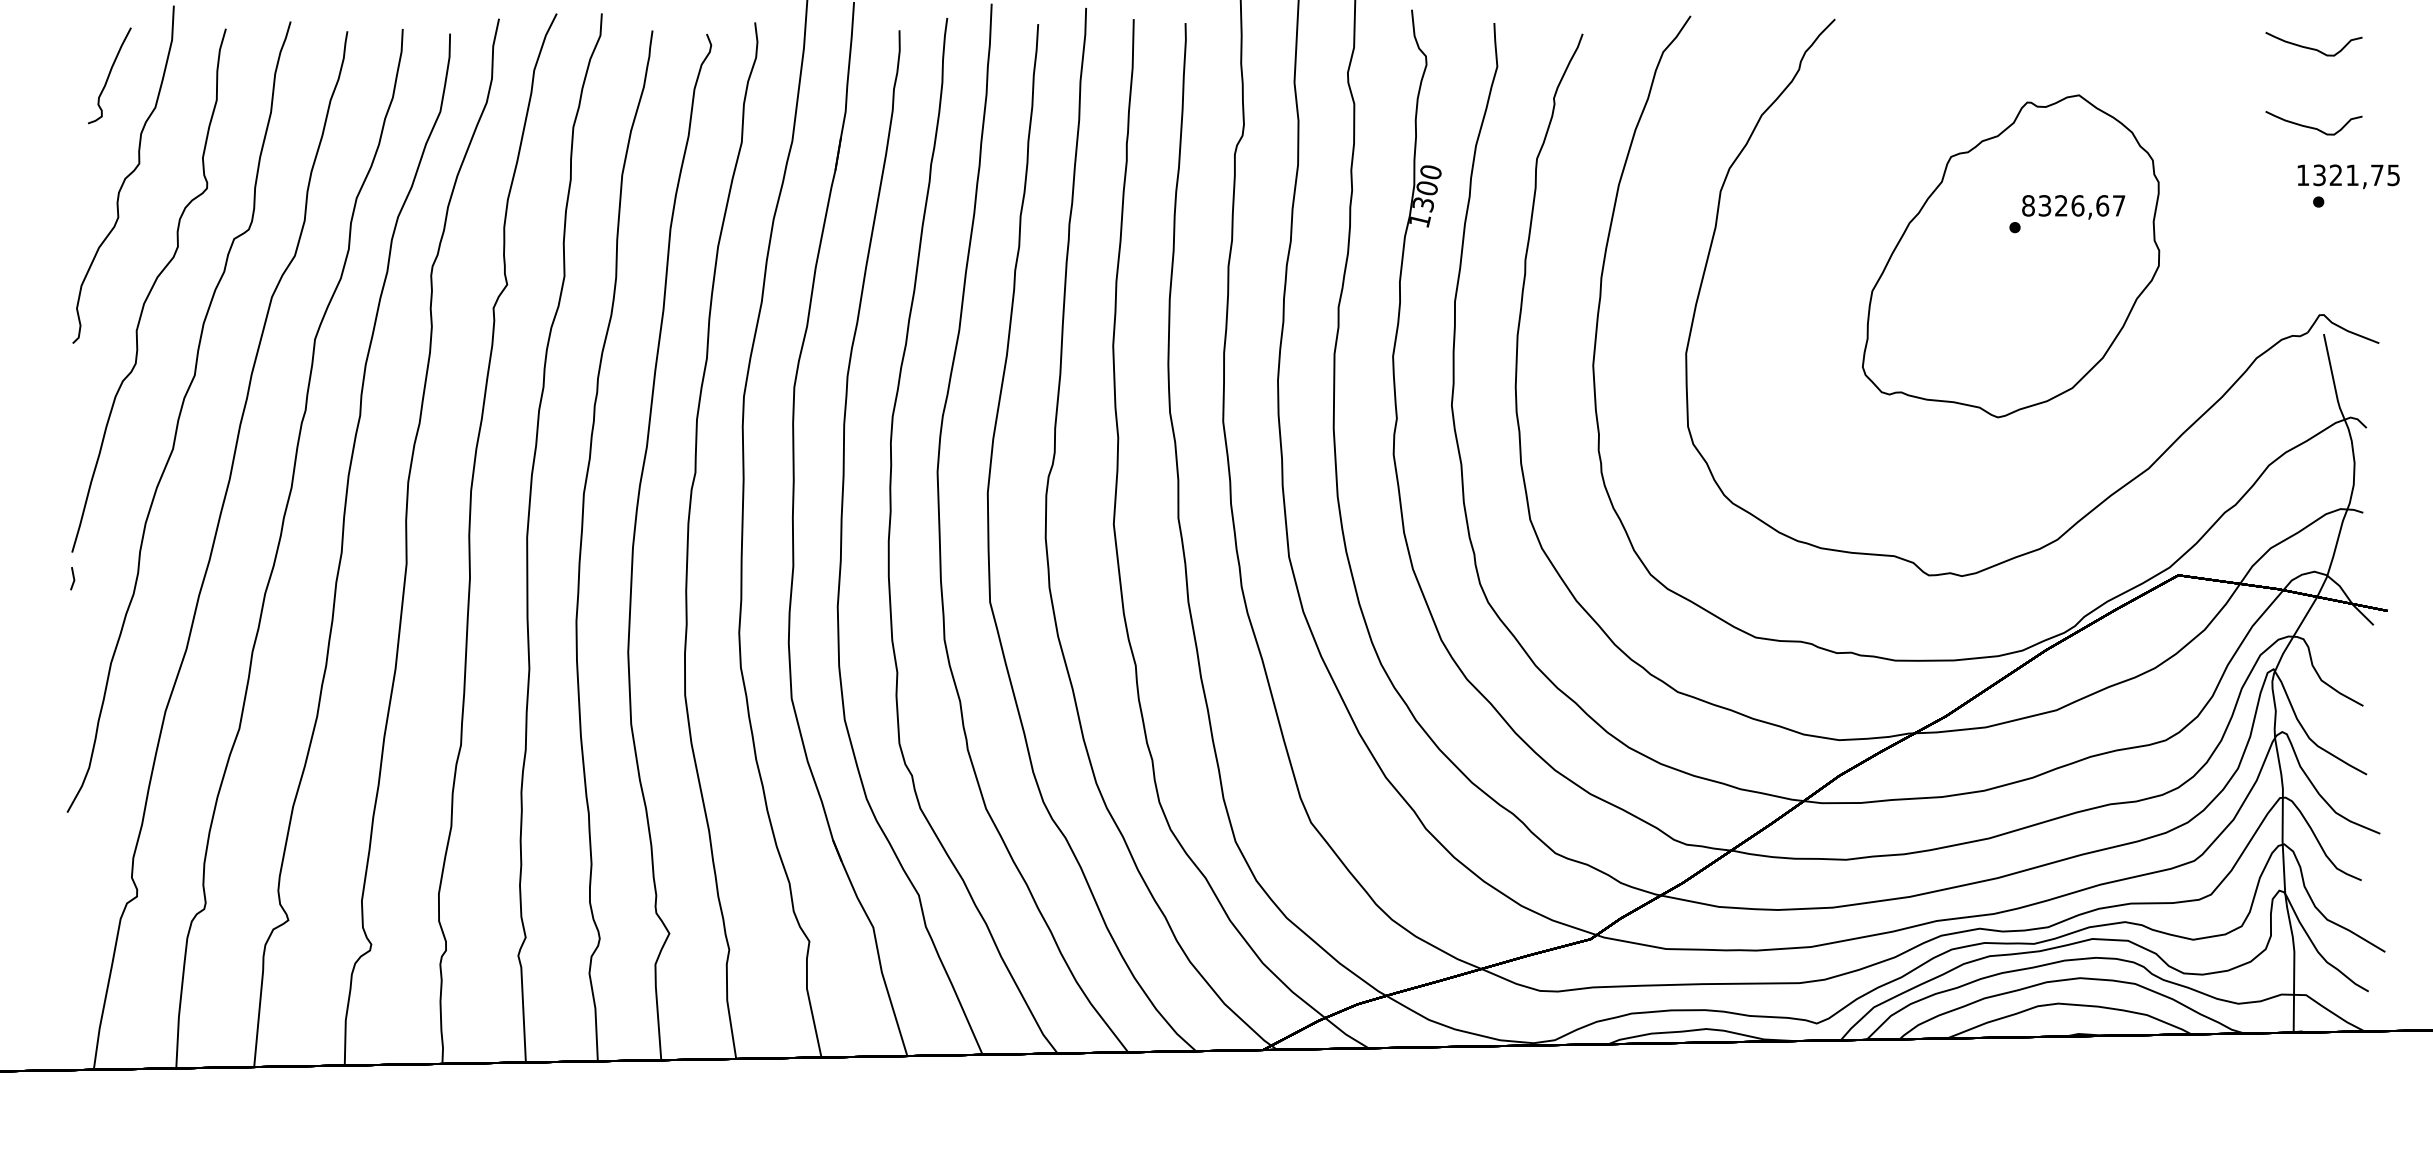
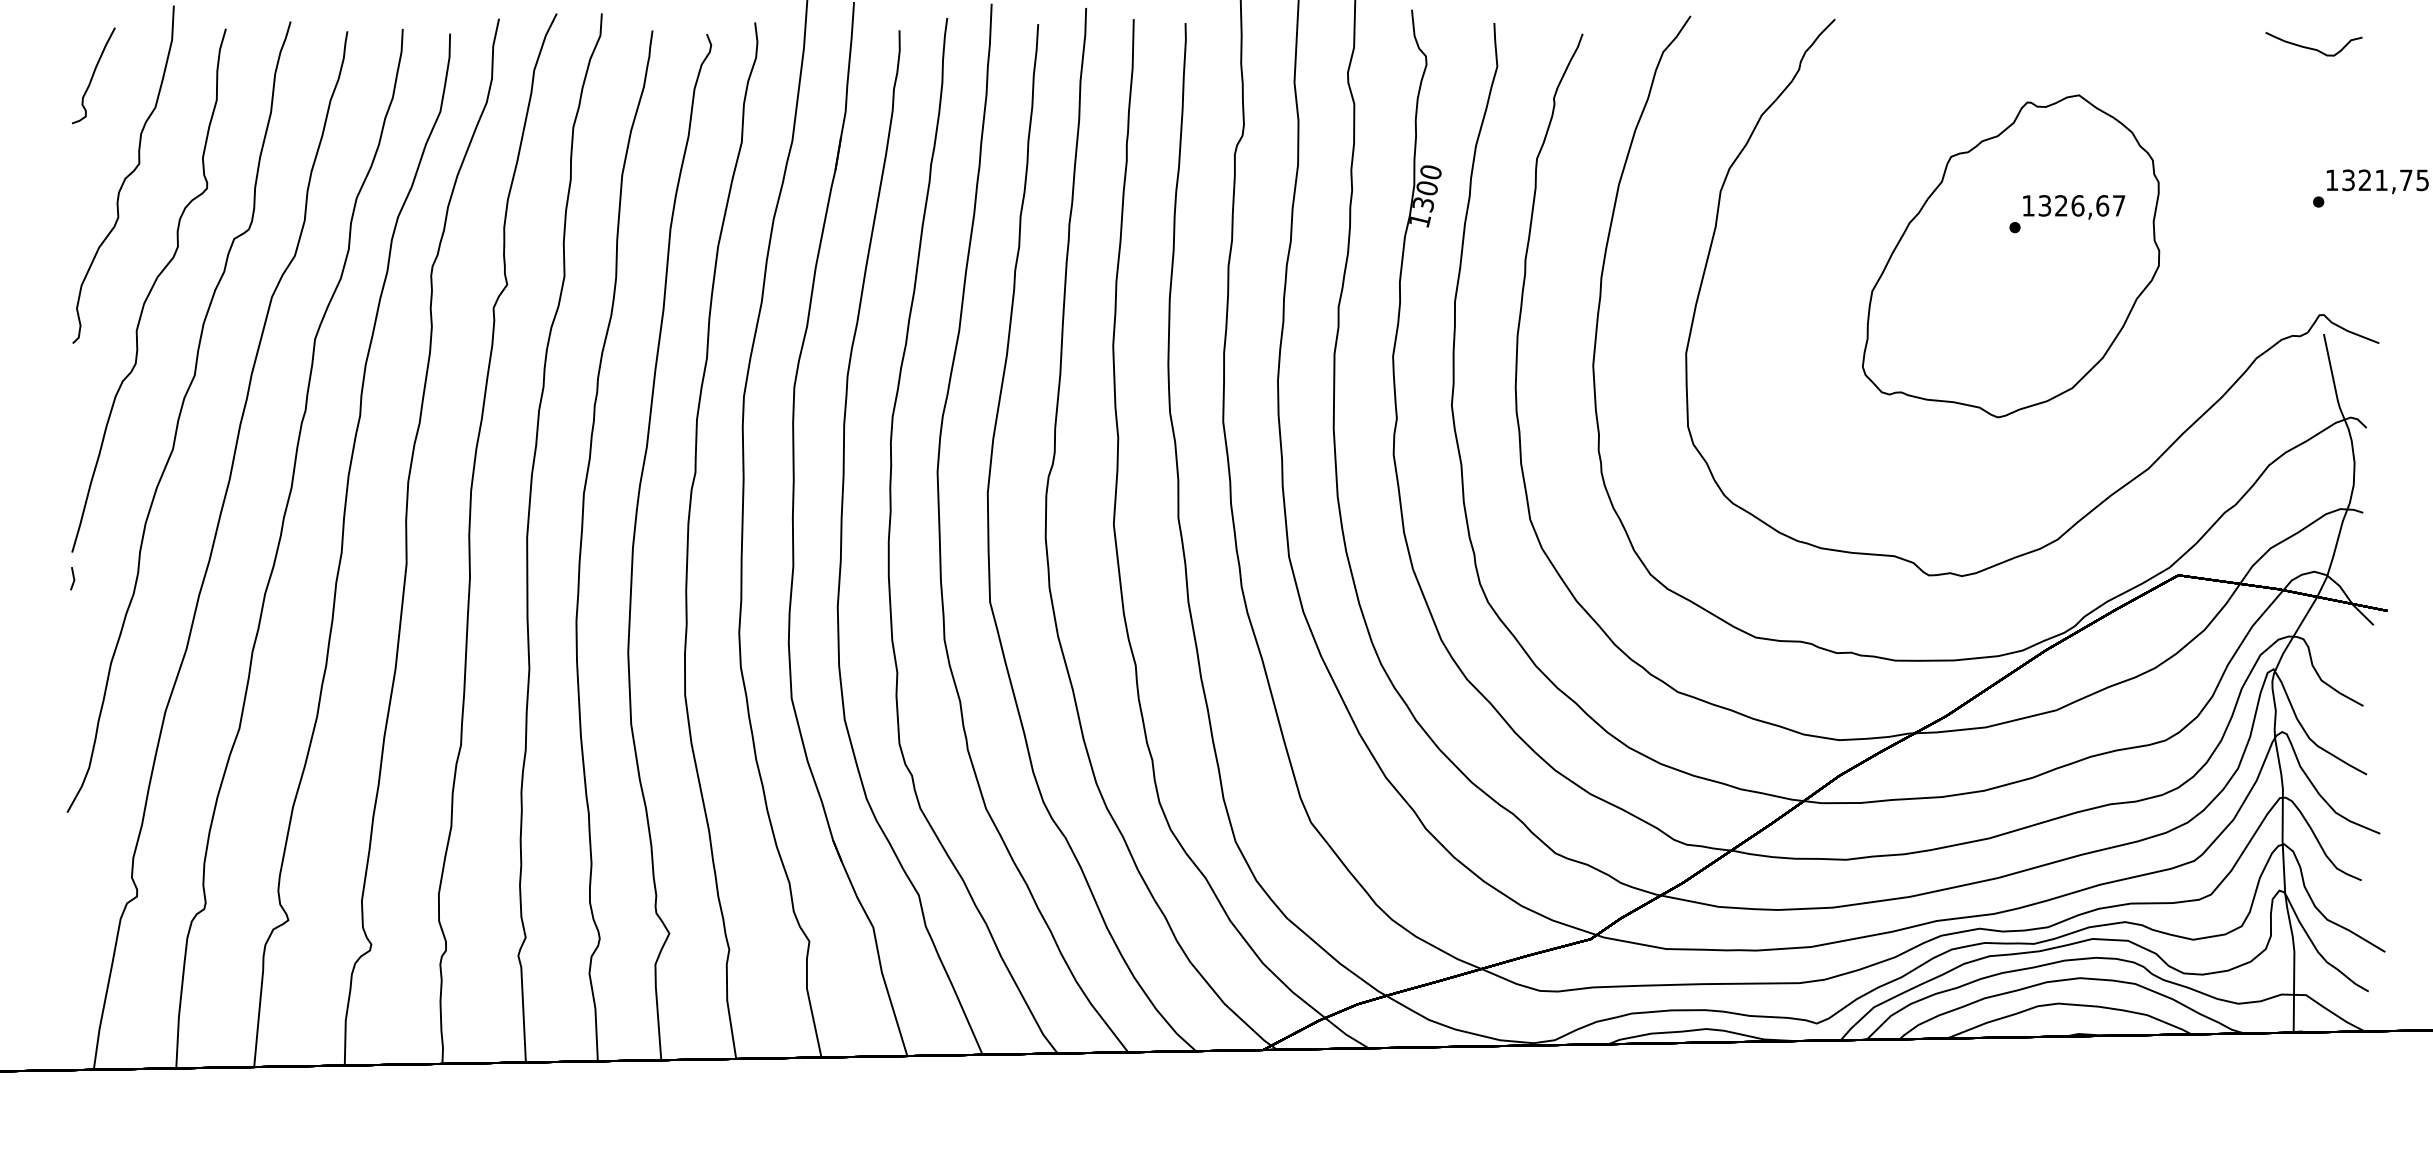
part at (109, 75) position: (109, 75) -> (93, 75)
curve at (2311, 126): present -> none
text at (2348, 176) position: (2348, 176) -> (2377, 181)
text at (2028, 205): 8326,67 -> 1326,67
